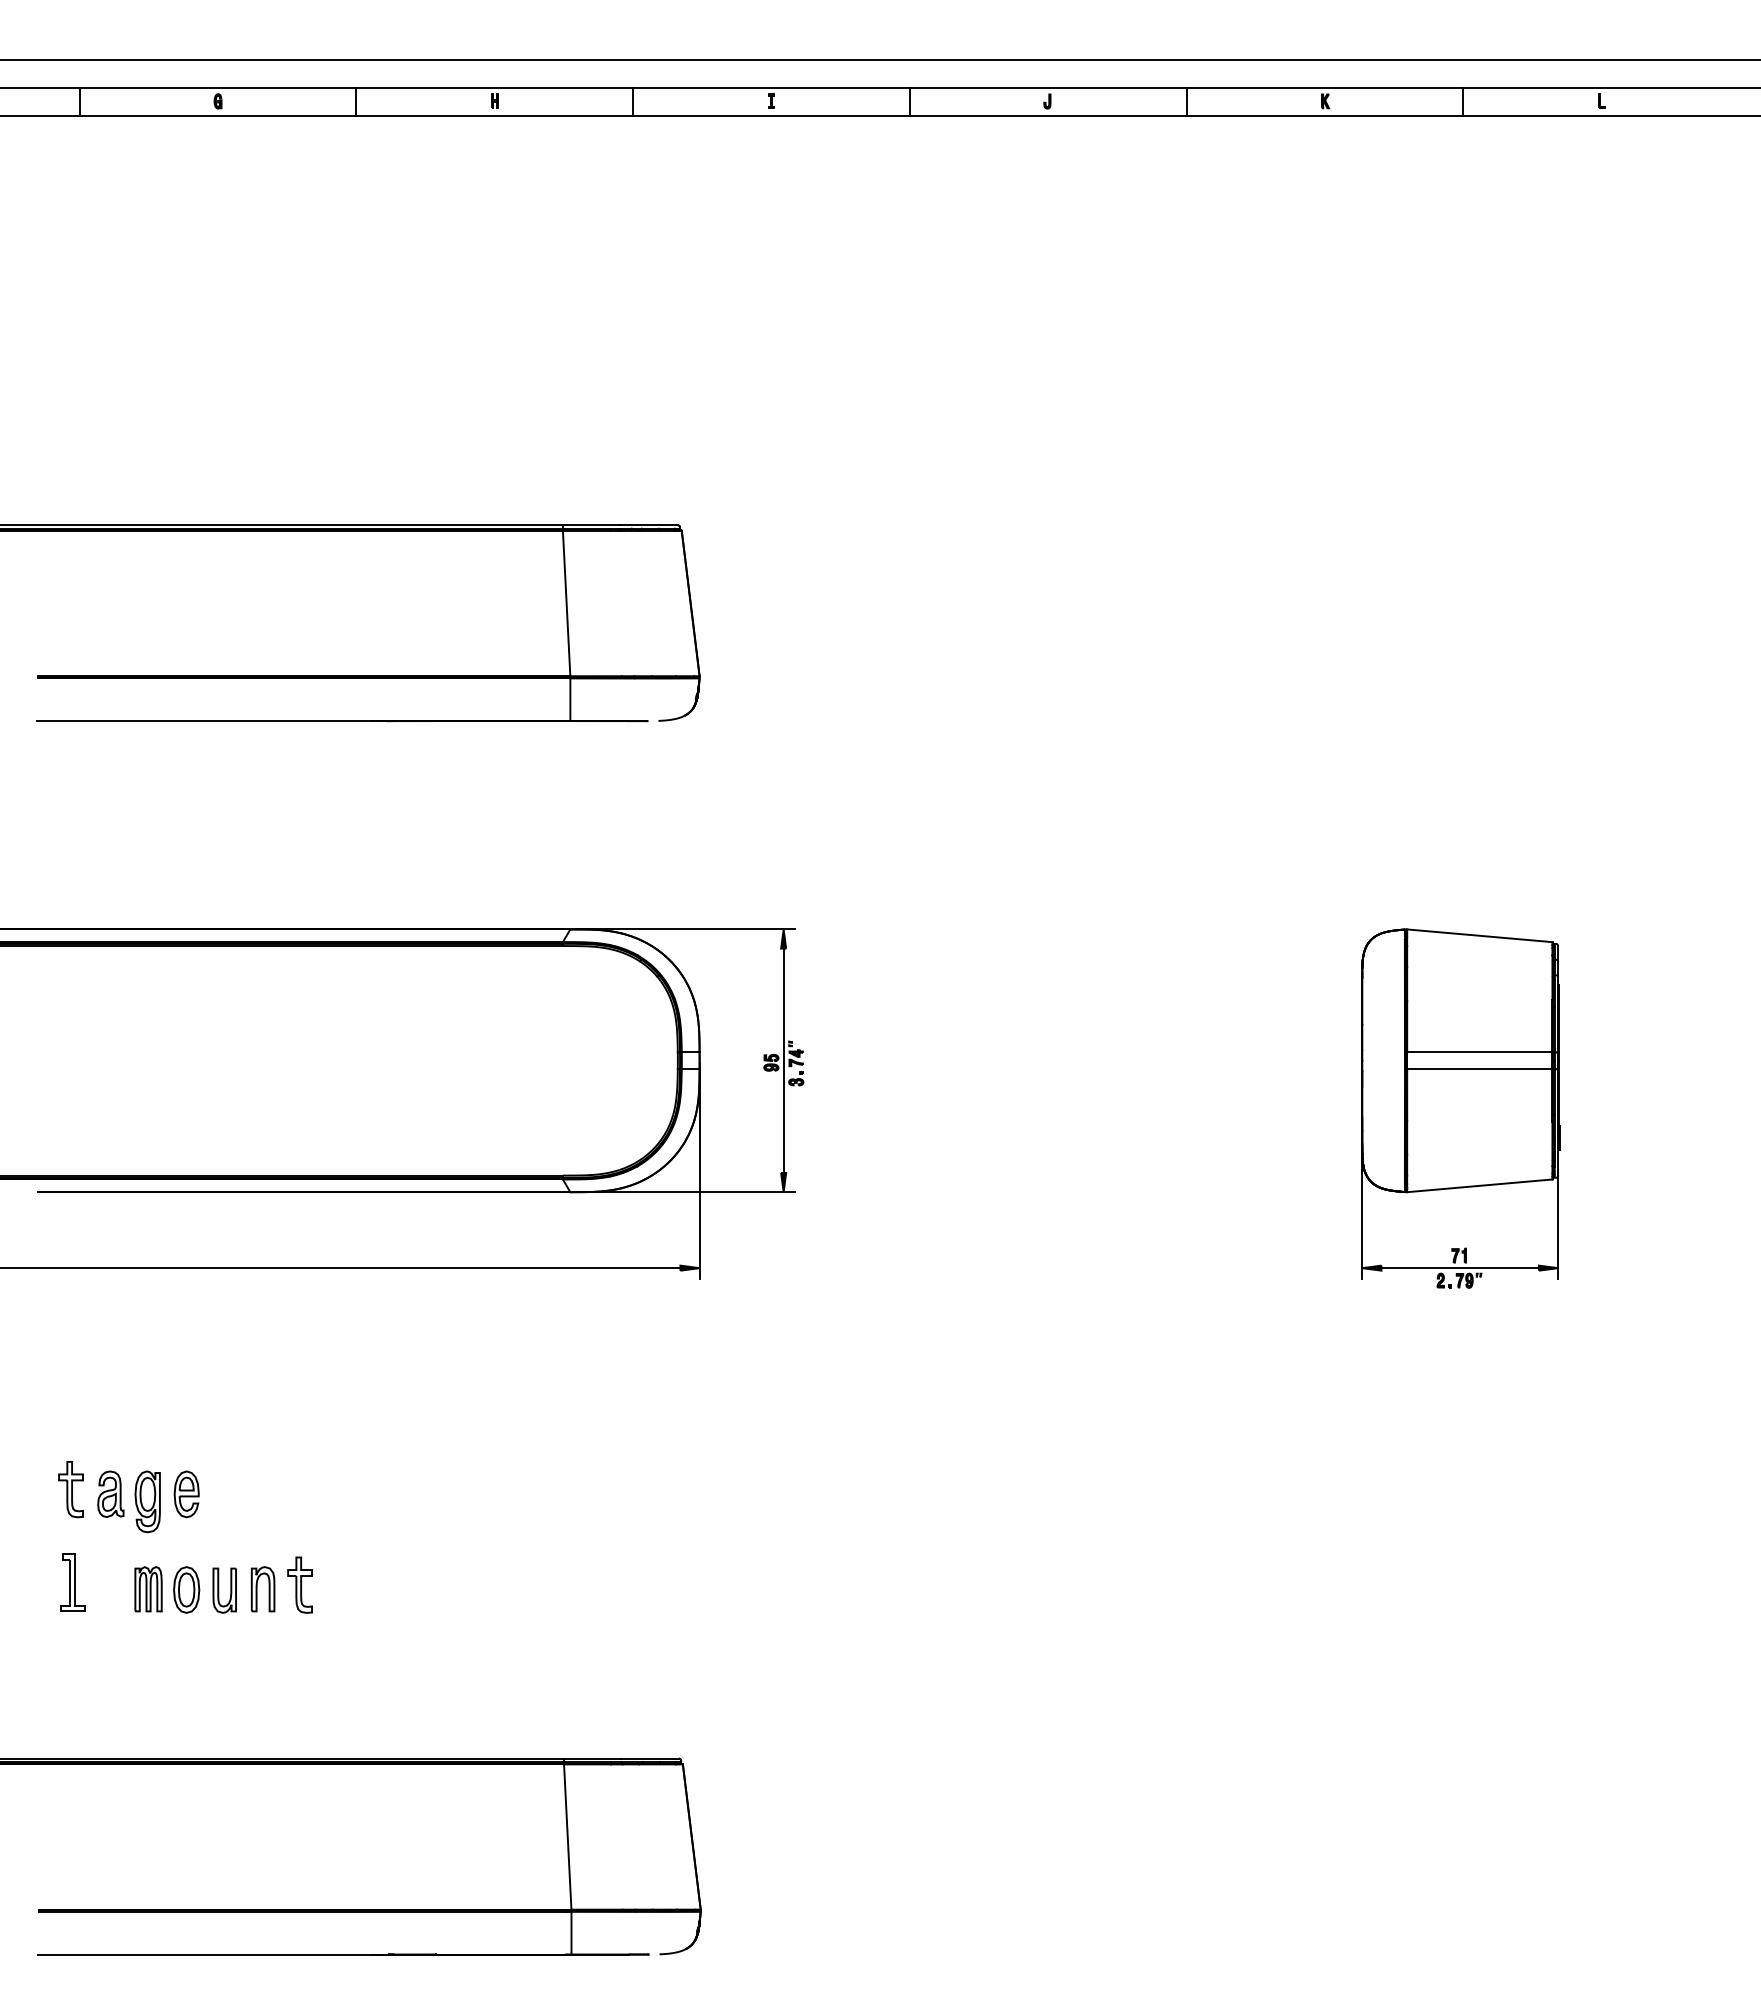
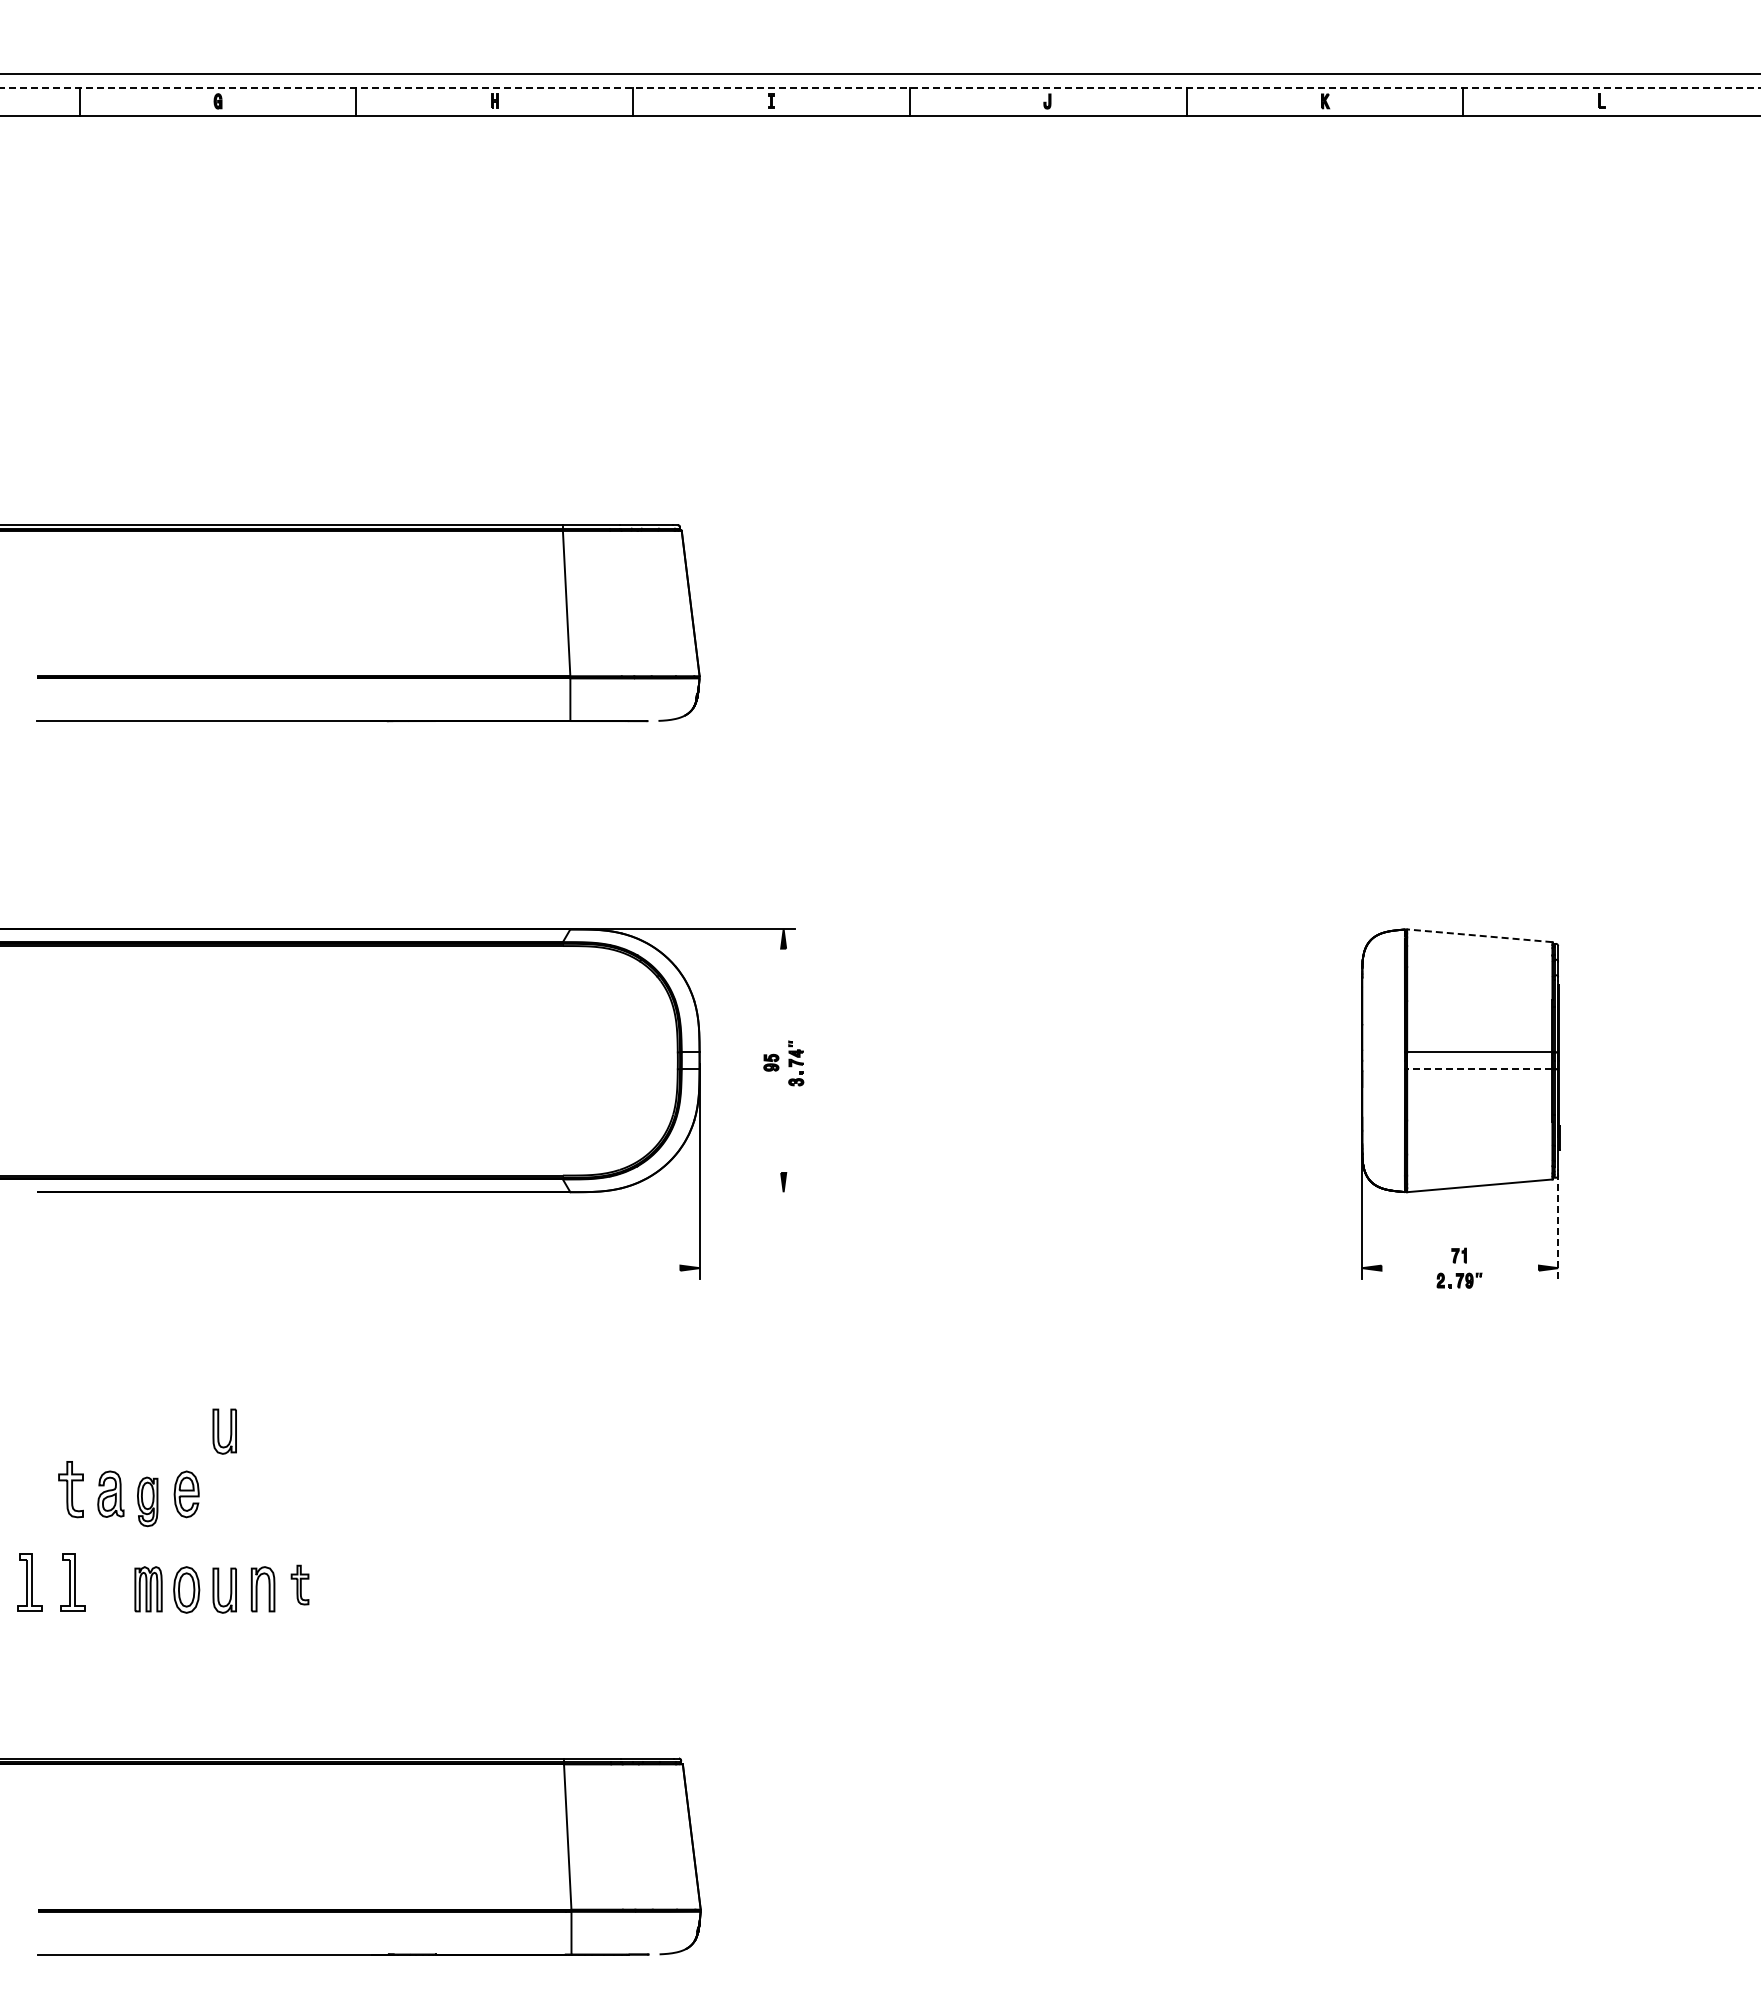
line at (879, 60) position: (879, 60) -> (879, 74)
line at (880, 88): solid -> dashed
line at (1479, 935): solid -> dashed
line at (783, 1060): present -> none
line at (1479, 1069): solid -> dashed
line at (683, 1192): present -> none
line at (1558, 1226): solid -> dashed
line at (341, 1268): present -> none
line at (1459, 1268): present -> none
part at (224, 1431): none -> present
part at (147, 1501) size: 27x64 px -> 22x52 px
part at (29, 1582): none -> present
part at (299, 1584) size: 26x58 px -> 20x42 px
